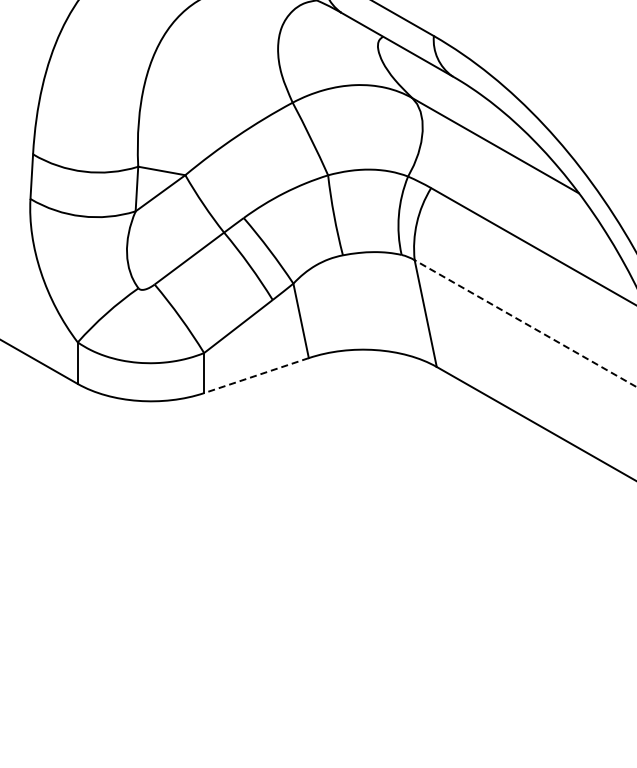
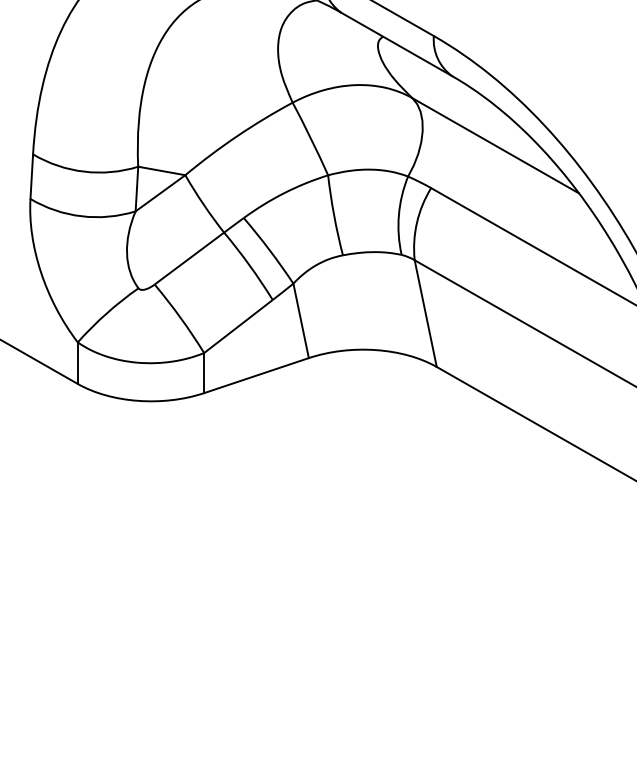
line at (525, 323): dashed -> solid
line at (256, 375): dashed -> solid
